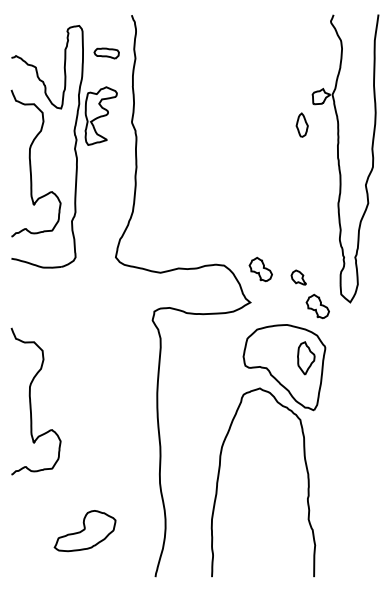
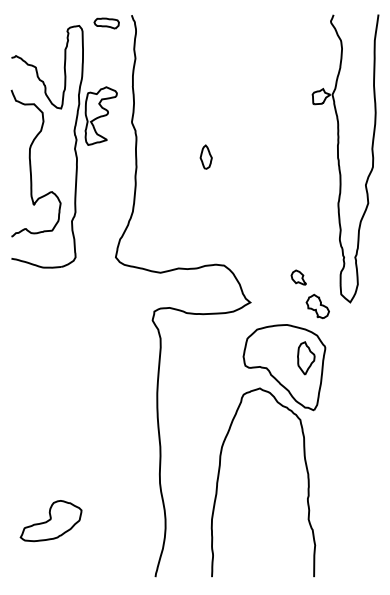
part at (106, 53) position: (106, 53) -> (106, 23)
part at (301, 124) position: (301, 124) -> (205, 156)
part at (260, 269): present -> none
curve at (31, 401): present -> none
part at (84, 531) position: (84, 531) -> (50, 521)
